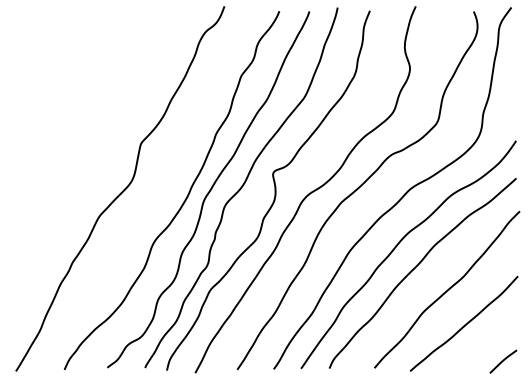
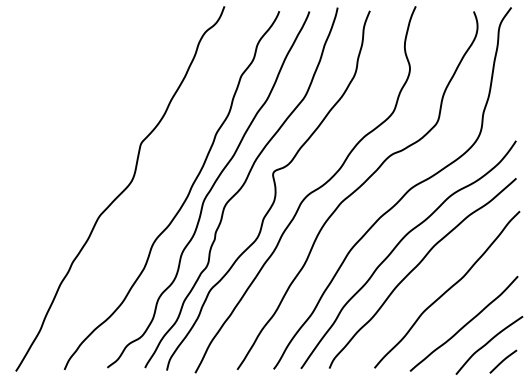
curve at (488, 343): none -> present
